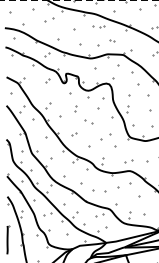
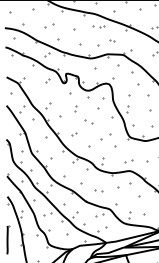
line at (79, 0): dashed -> solid
part at (49, 19) position: (49, 19) -> (49, 25)
part at (99, 190) size: 15x4 px -> 10x4 px
